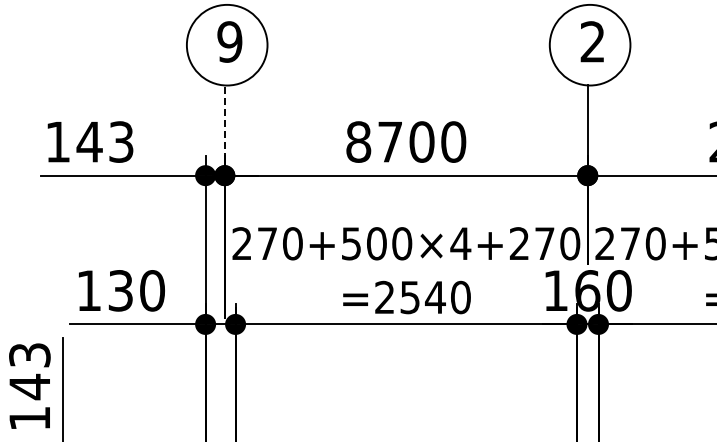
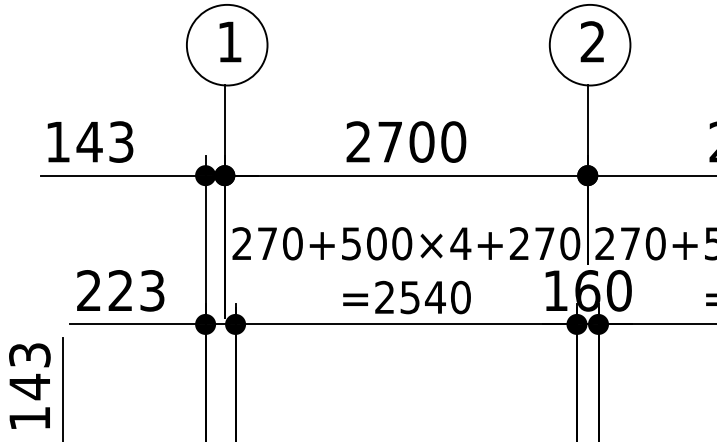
text at (229, 41): 9 -> 1
line at (224, 122): dashed -> solid
text at (358, 141): 8700 -> 2700
text at (120, 290): 130 -> 223
